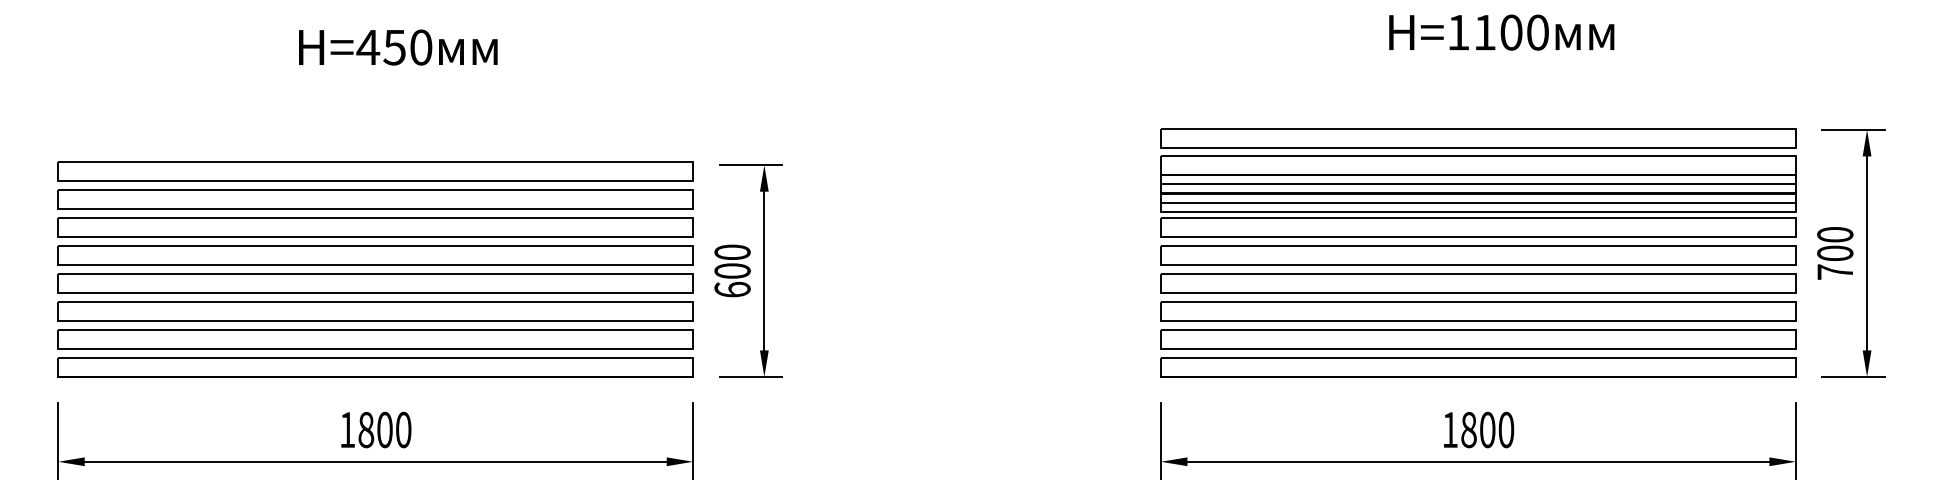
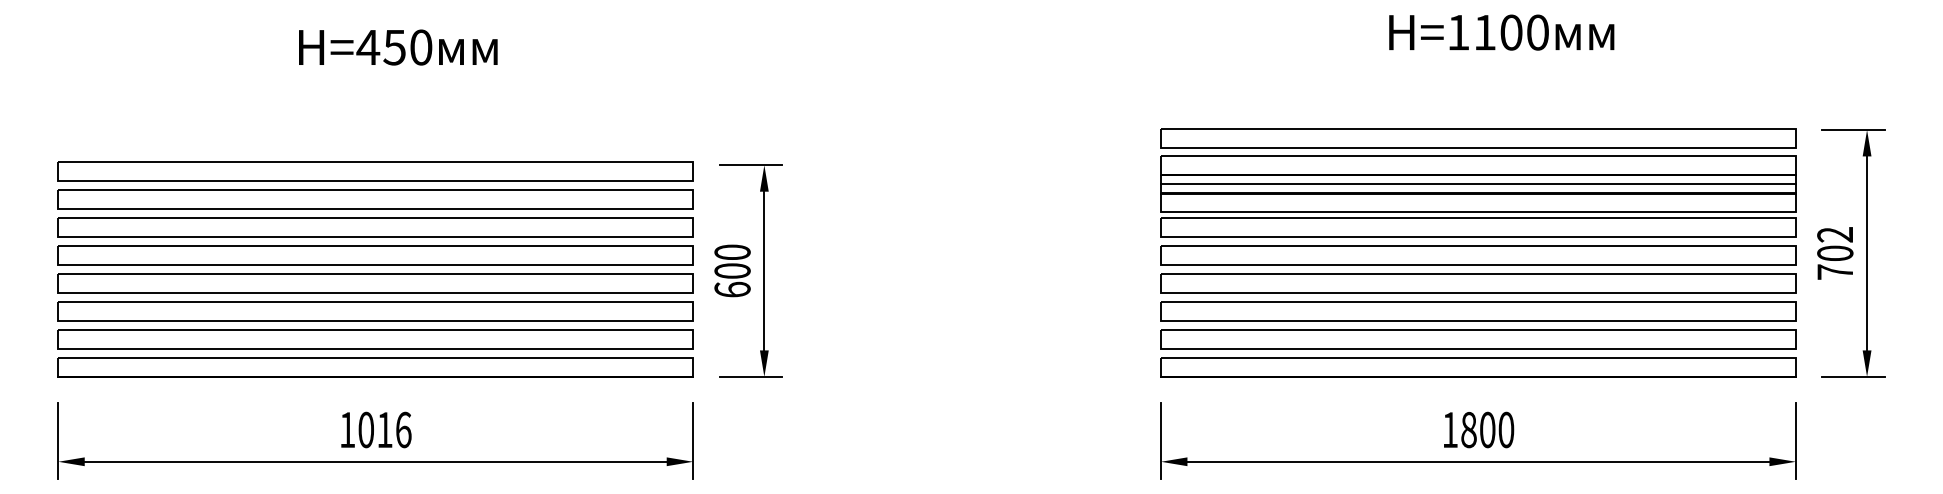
line at (1477, 202): present -> none
text at (1835, 234): 700 -> 702
text at (384, 429): 1800 -> 1016
